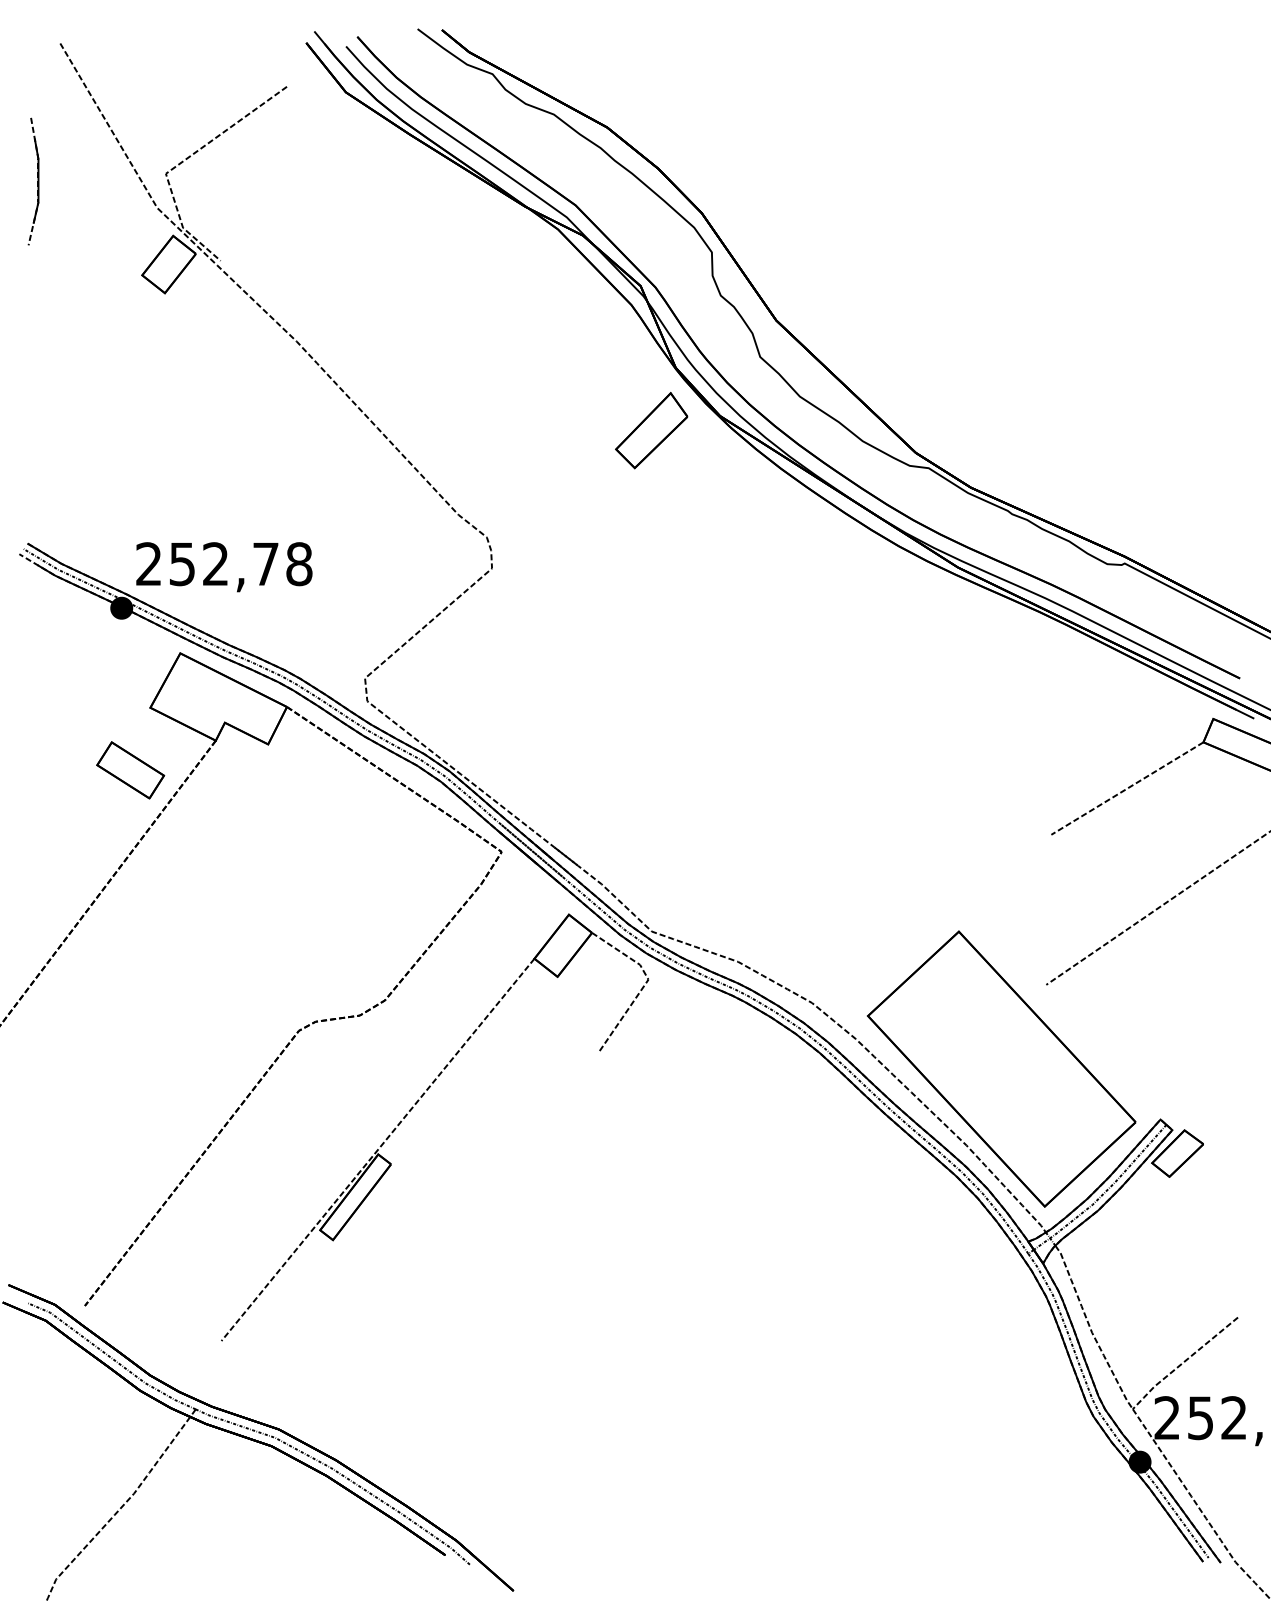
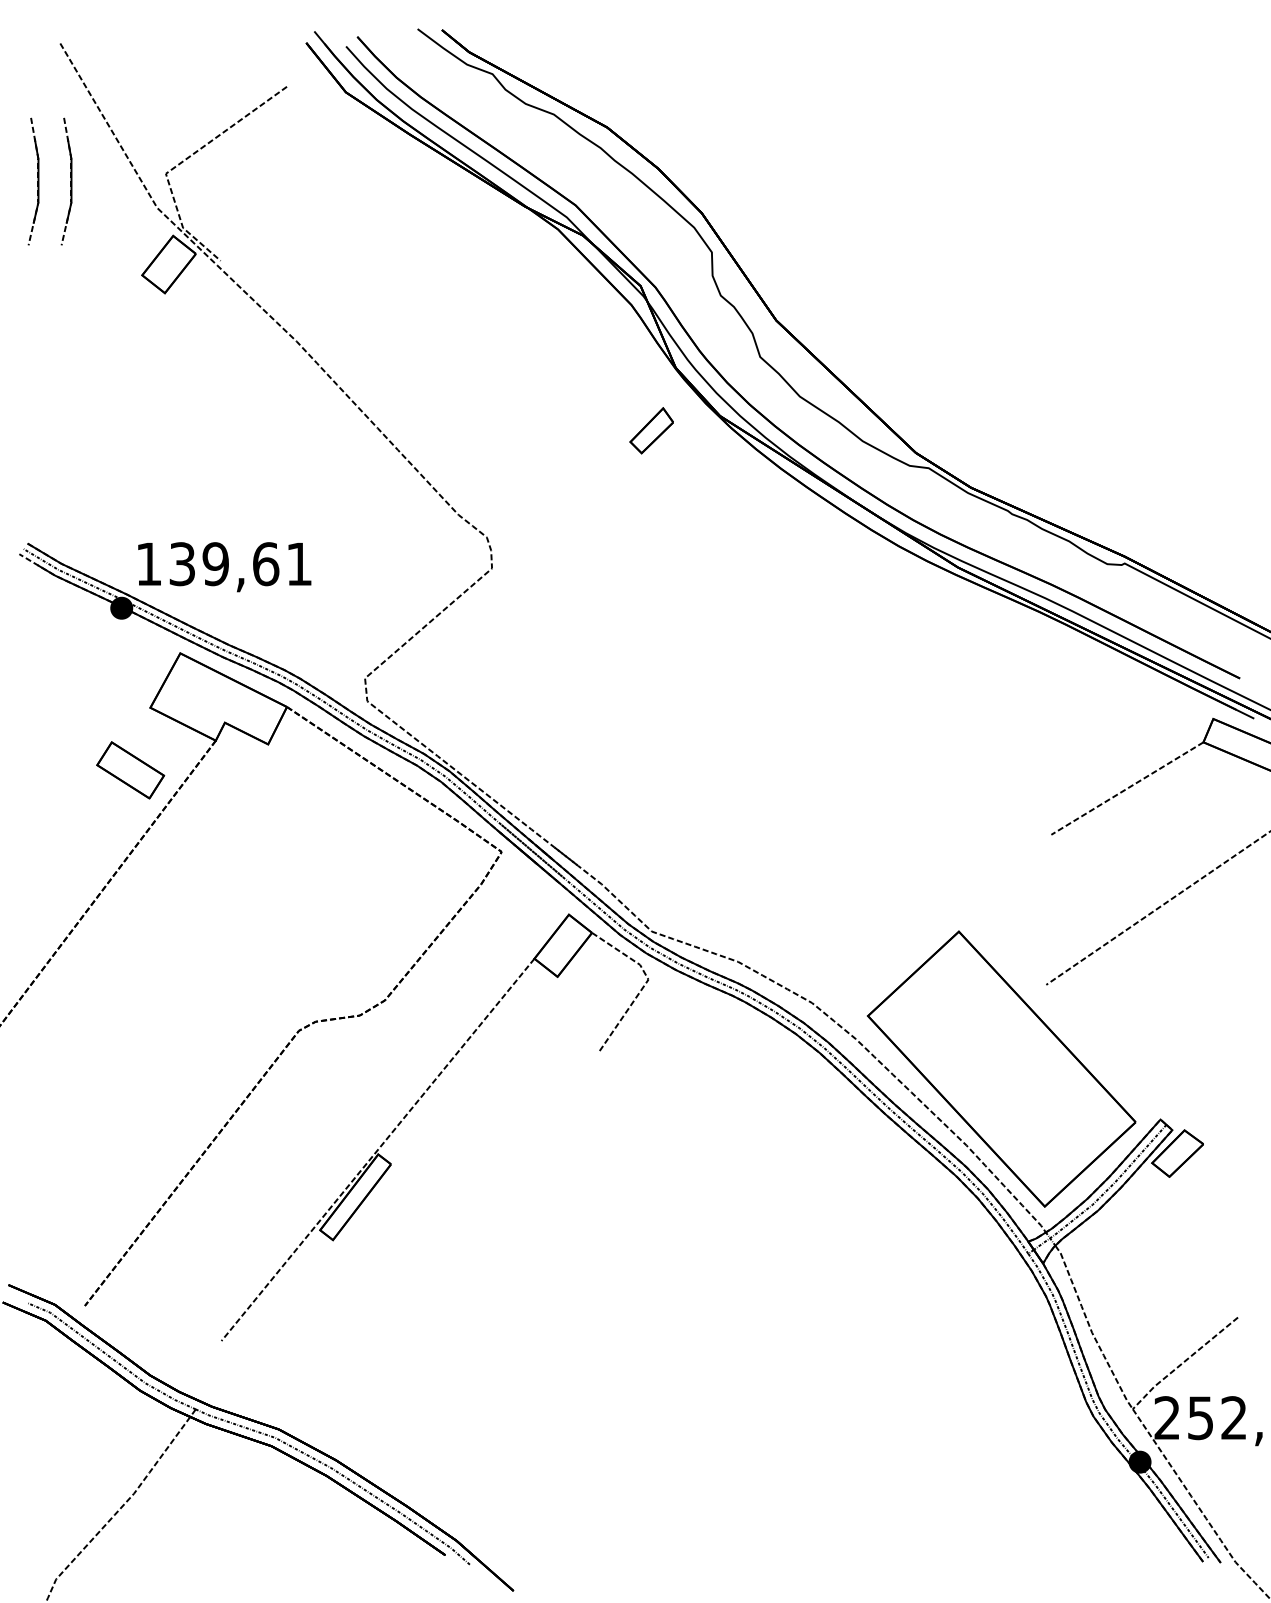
part at (66, 181): none -> present
part at (651, 430) size: 74x78 px -> 45x48 px
text at (224, 564): 252,78 -> 139,61
